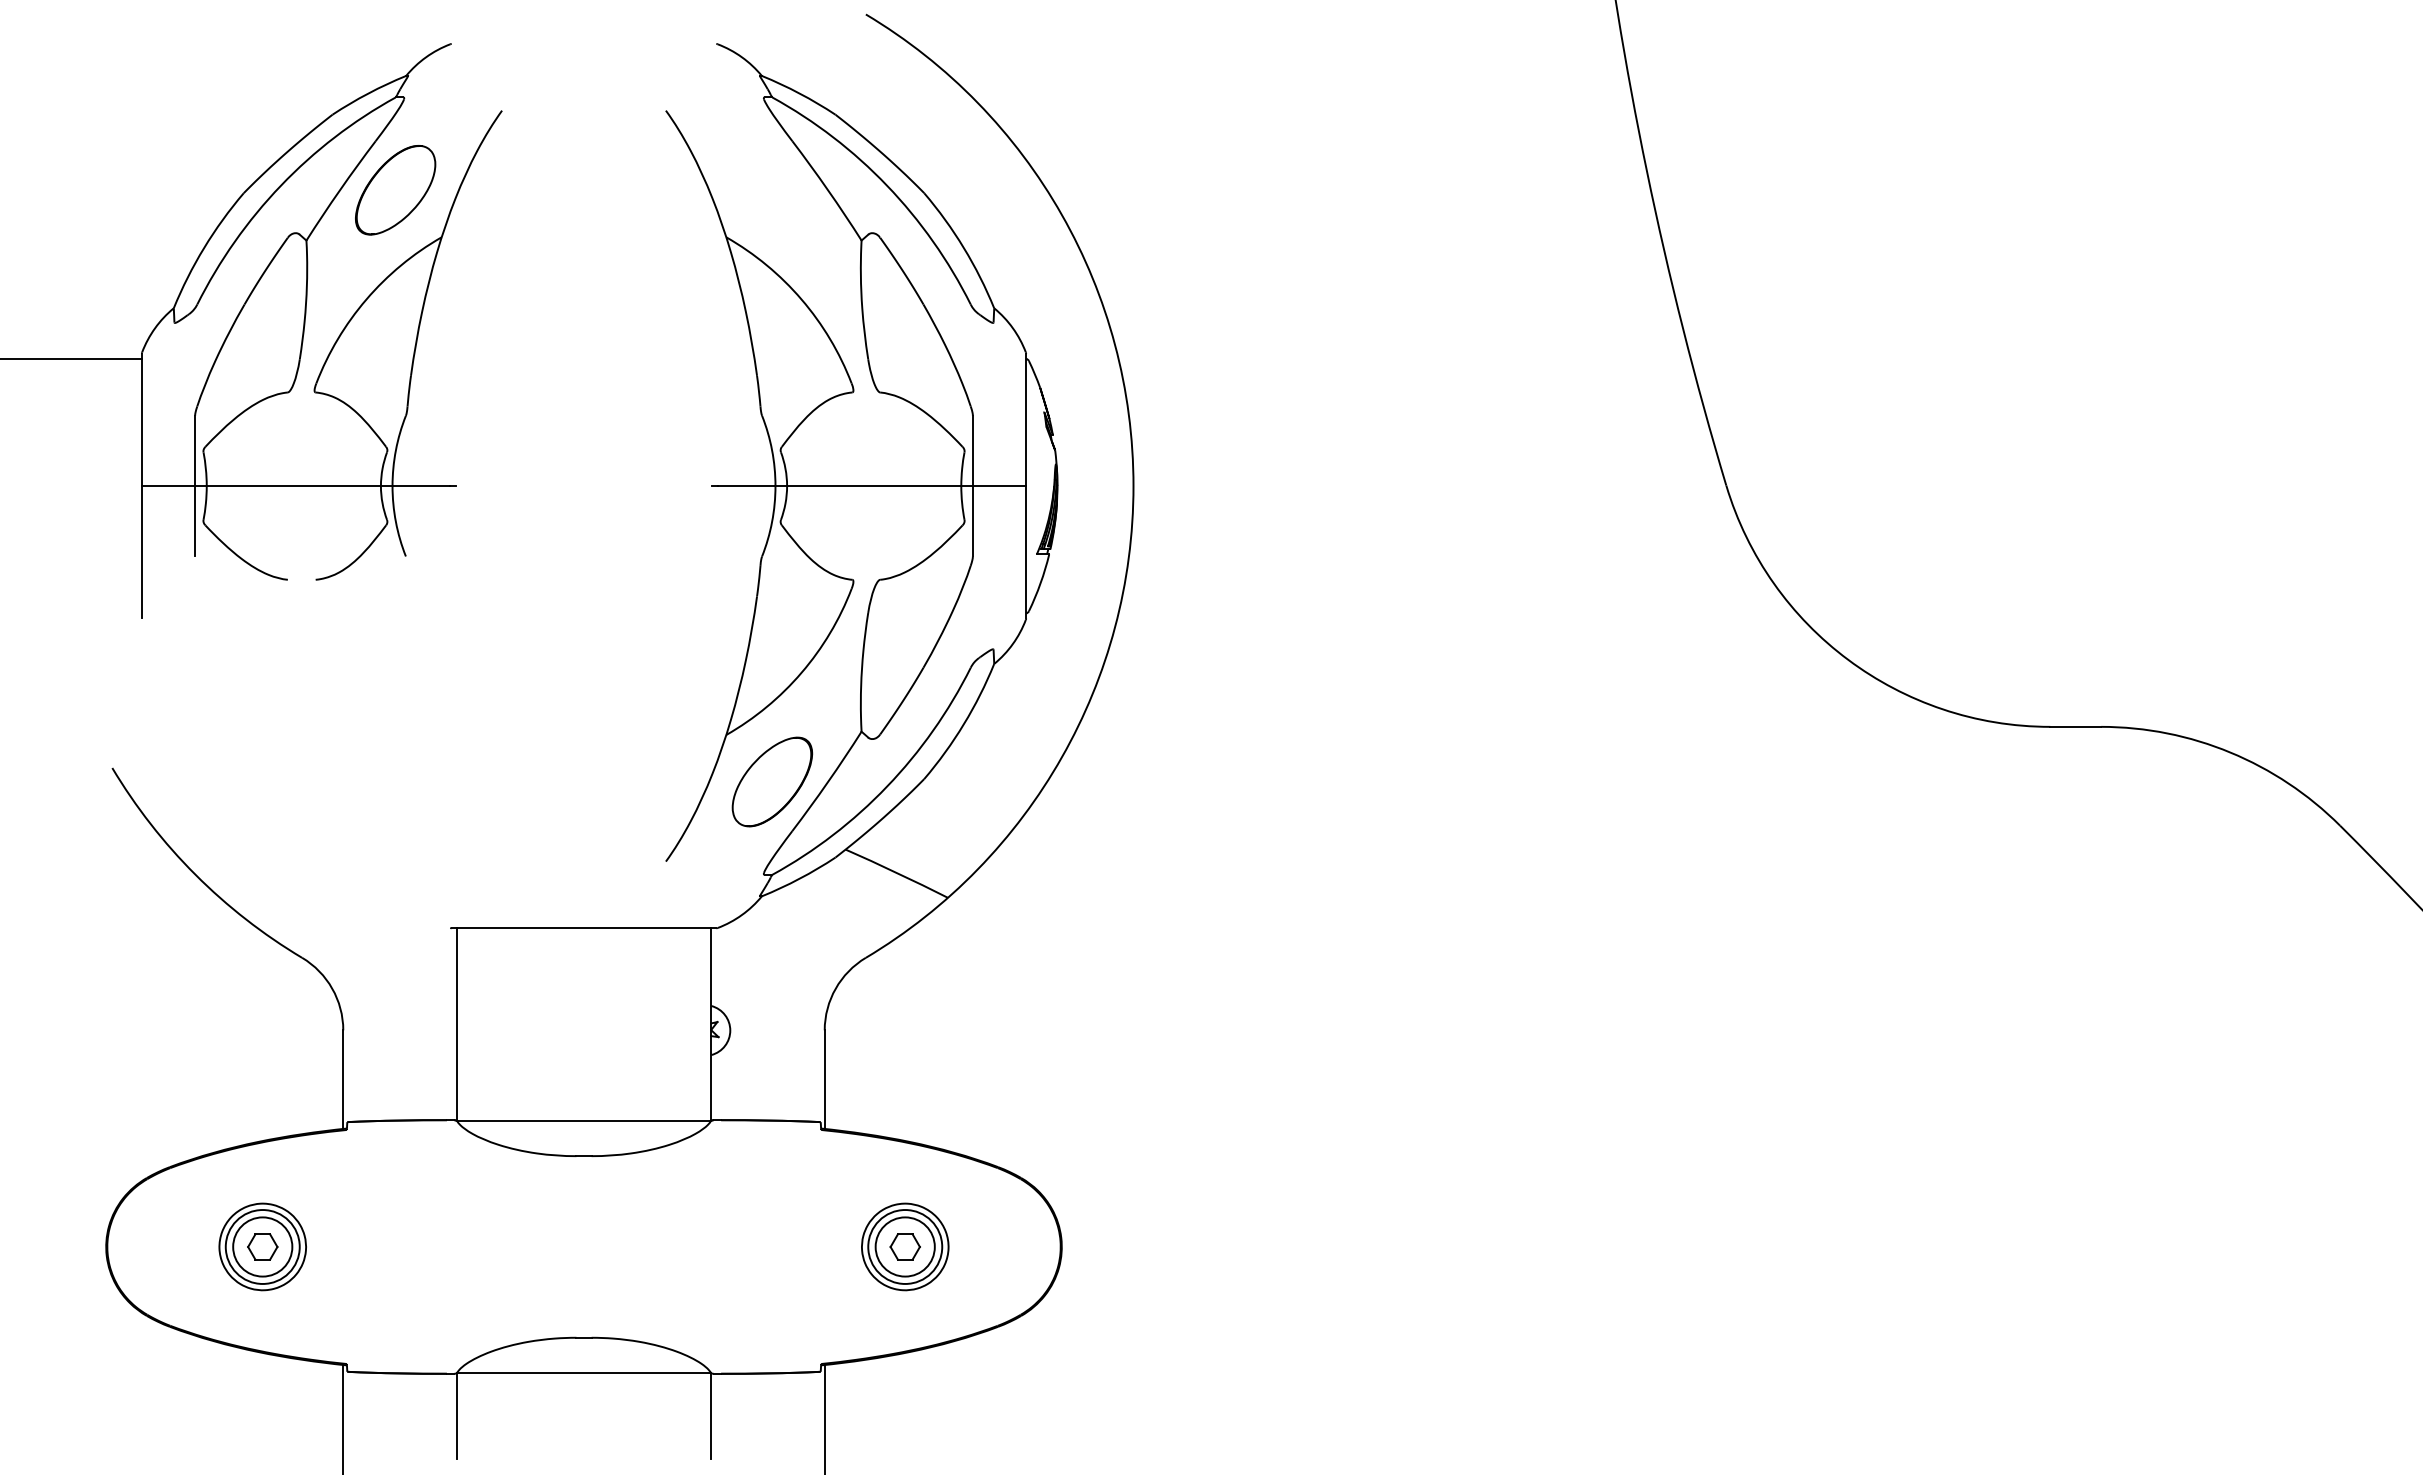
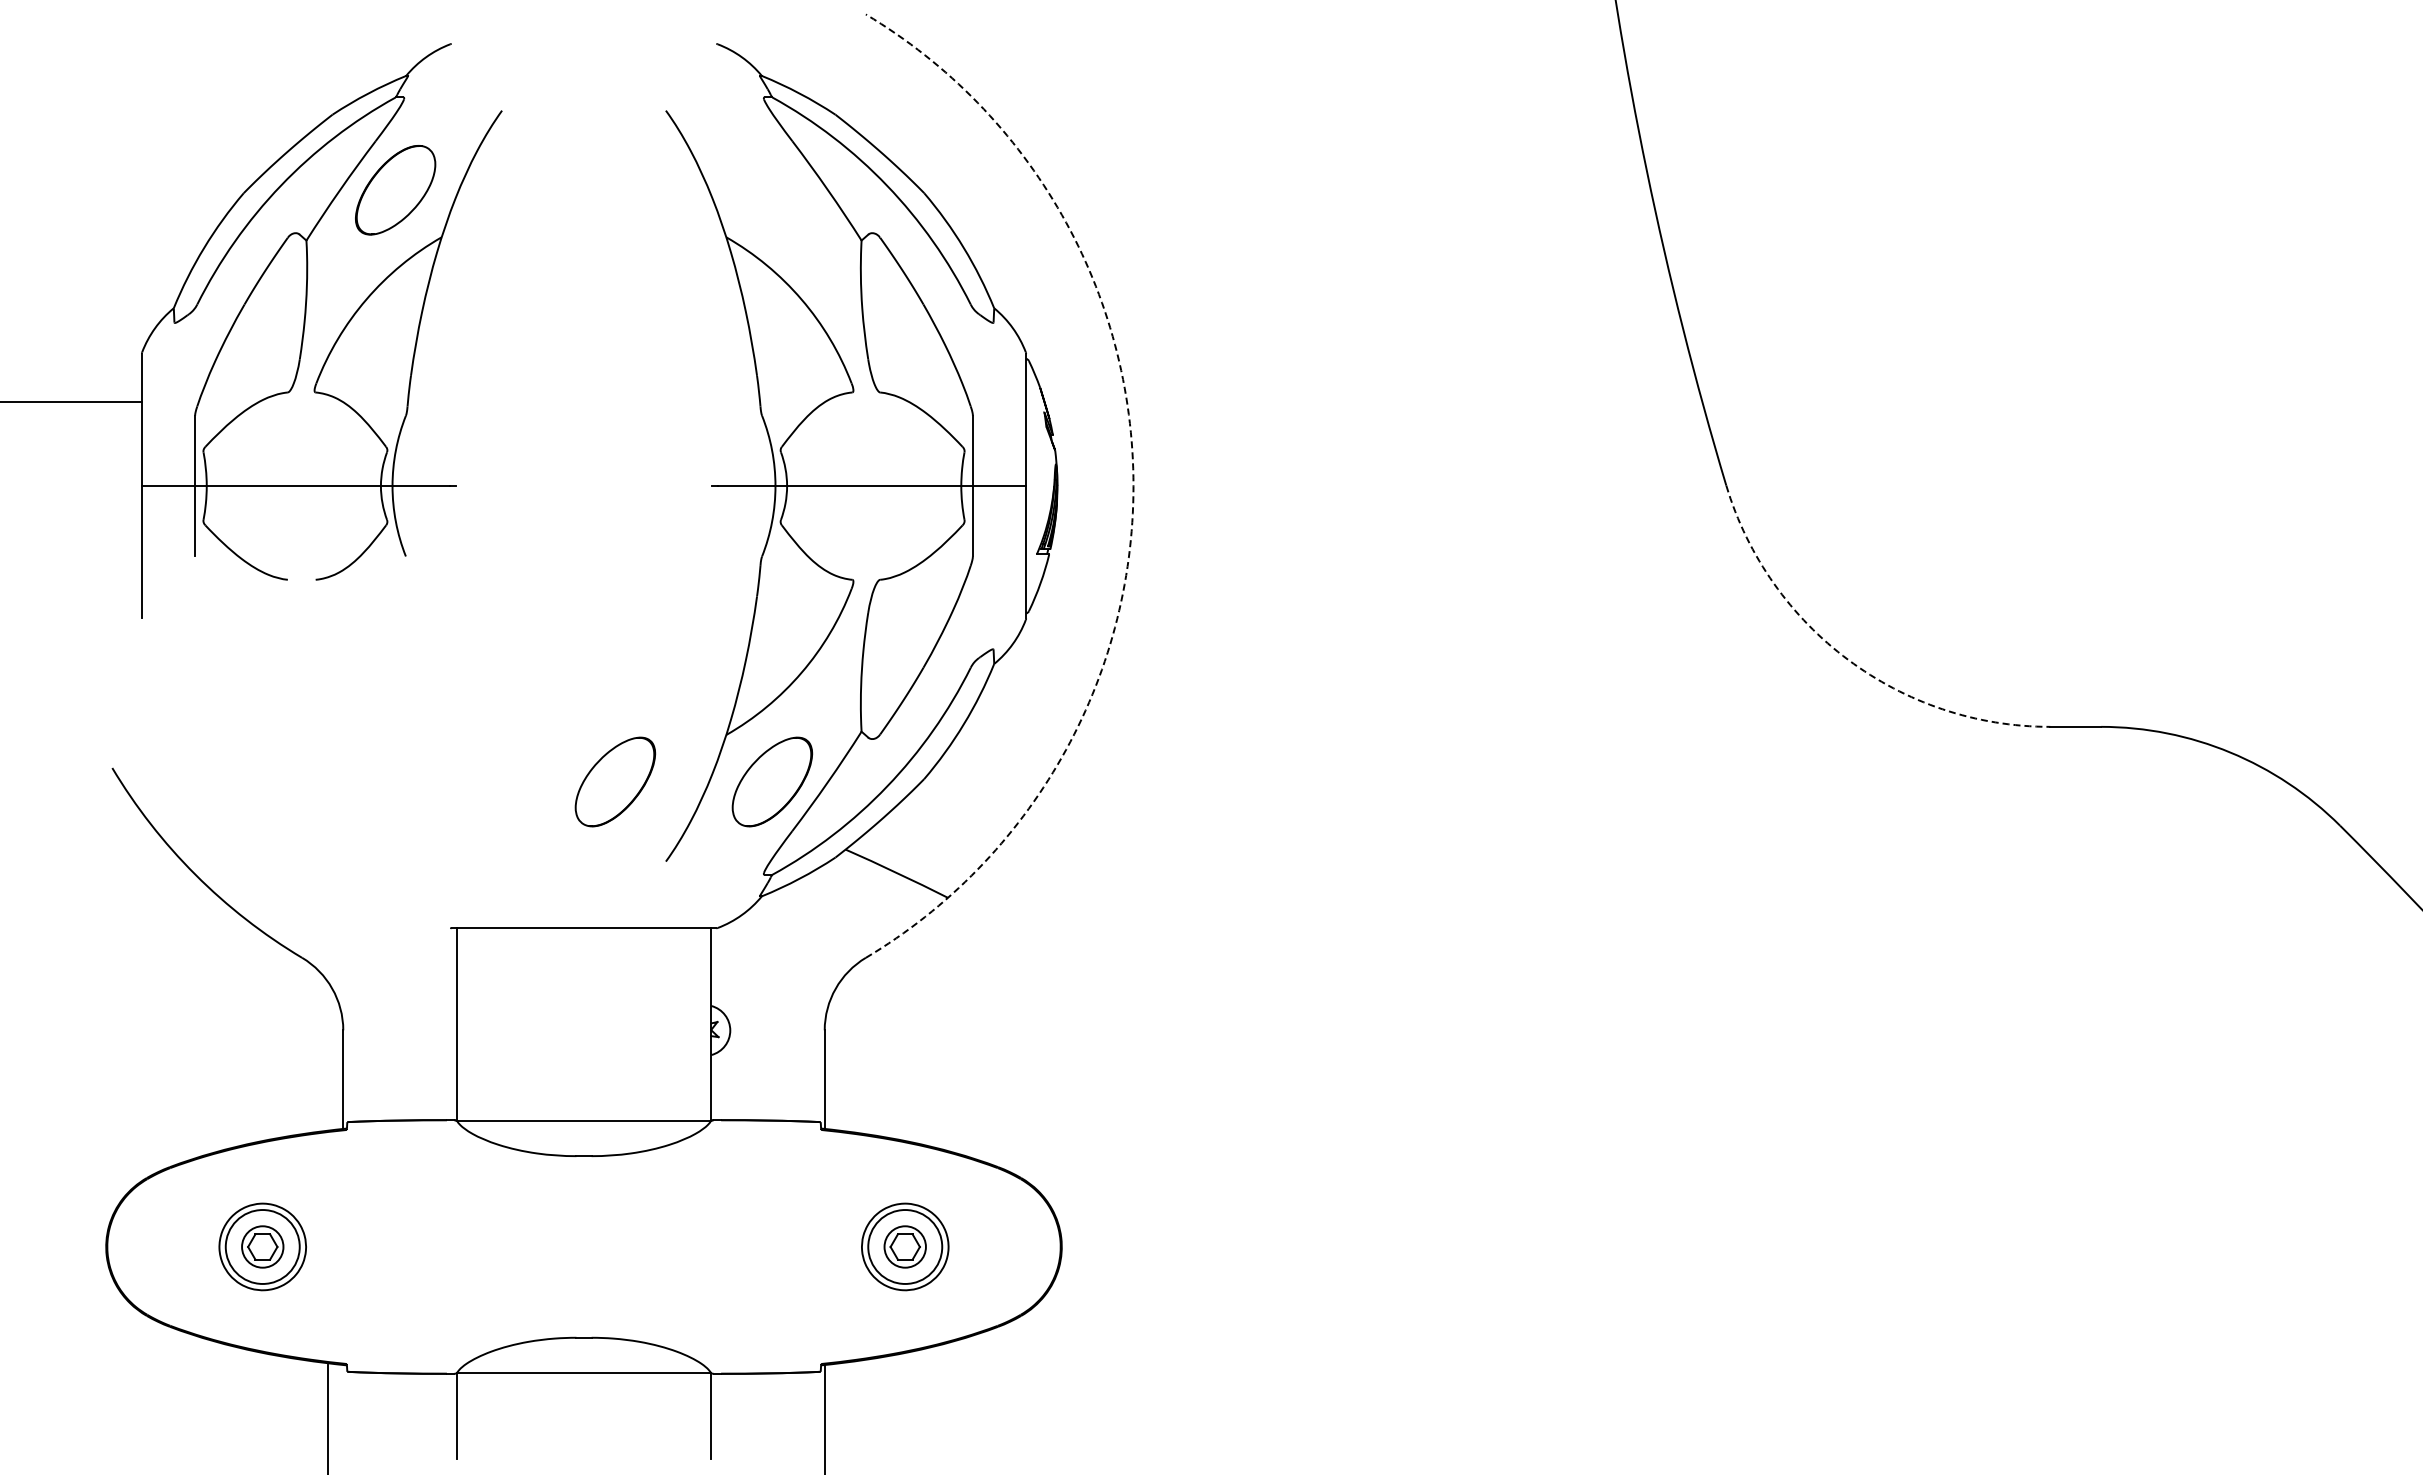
line at (71, 358) position: (71, 358) -> (71, 401)
arc at (1133, 486): solid -> dashed
arc at (1848, 659): solid -> dashed
part at (615, 781): none -> present
circle at (262, 1246) diameter: 59 px -> 41 px
circle at (904, 1246) diameter: 59 px -> 41 px
line at (343, 1418) position: (343, 1418) -> (328, 1418)
